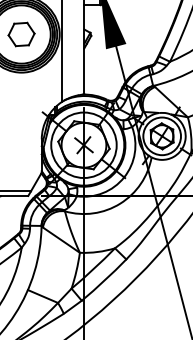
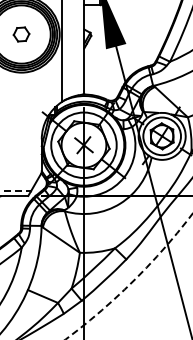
part at (21, 34) size: 29x27 px -> 19x17 px
line at (15, 191): solid -> dashed
circle at (128, 276): solid -> dashed
